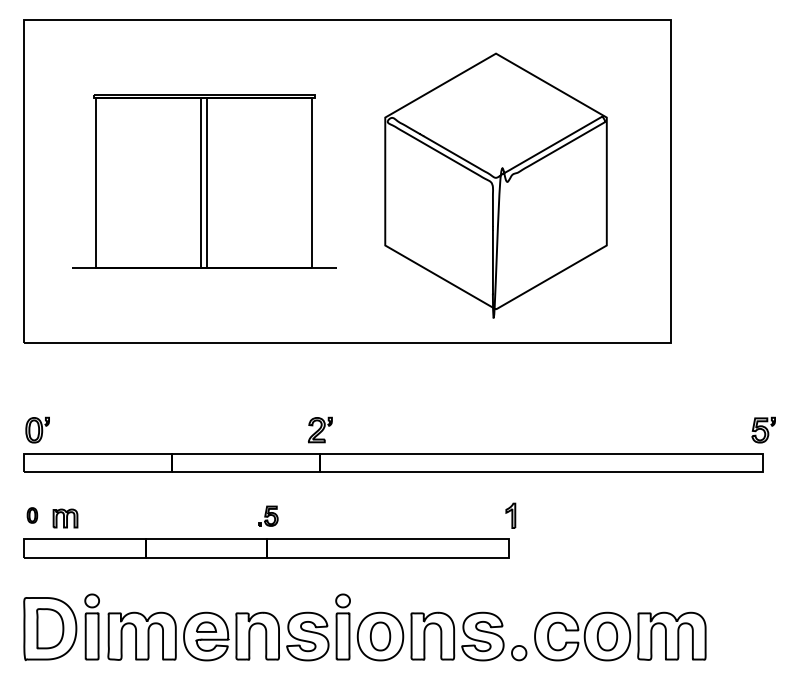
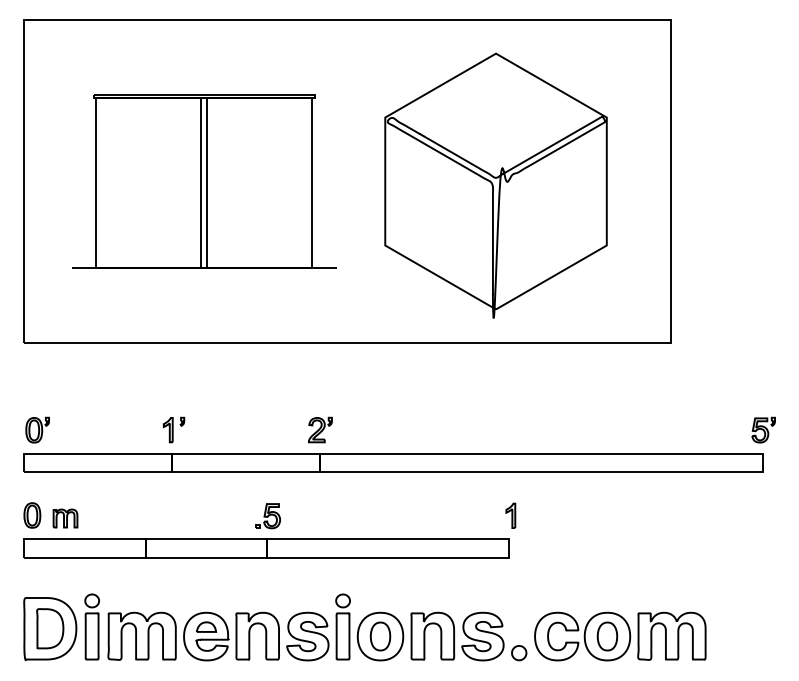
part at (173, 429): none -> present
part at (32, 515) size: 13x17 px -> 19x27 px
part at (268, 515) size: 21x22 px -> 26x27 px
